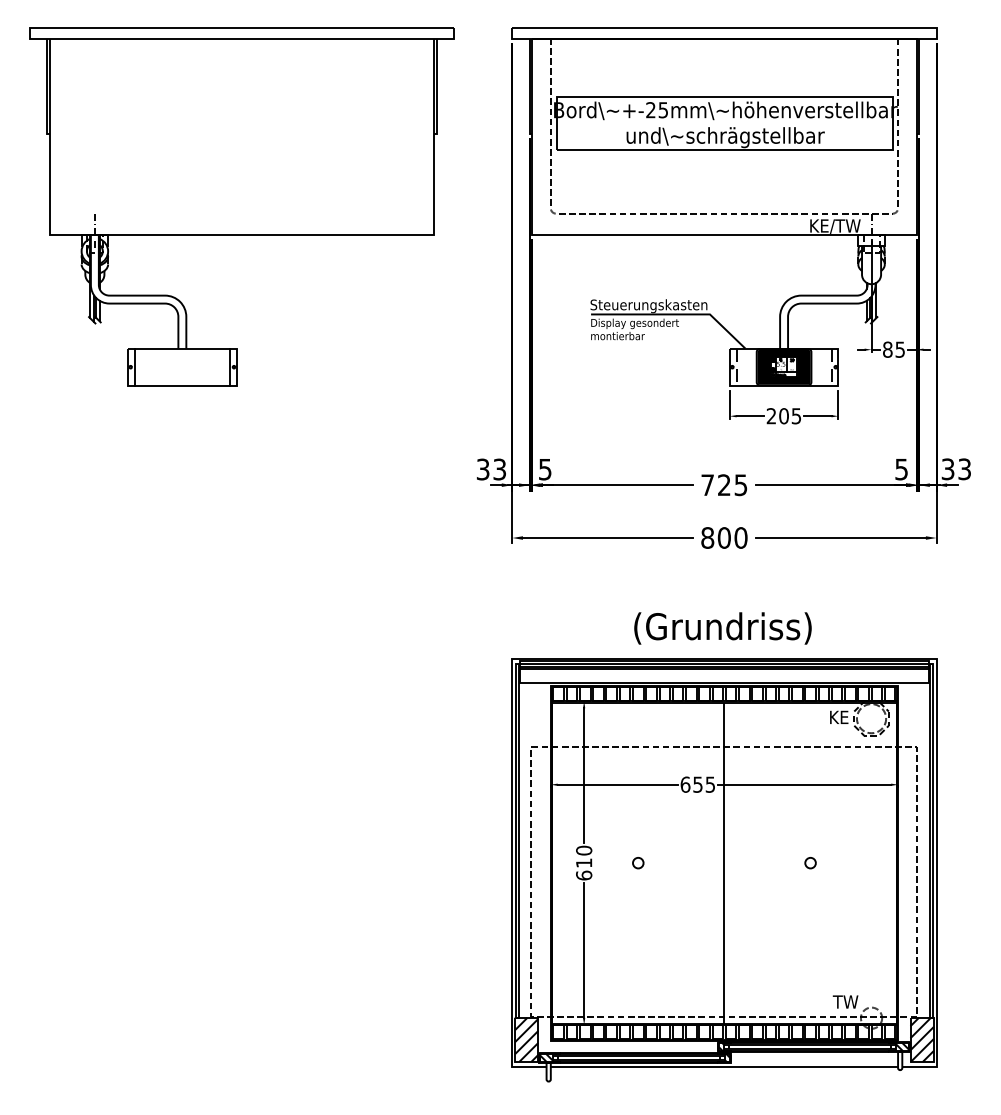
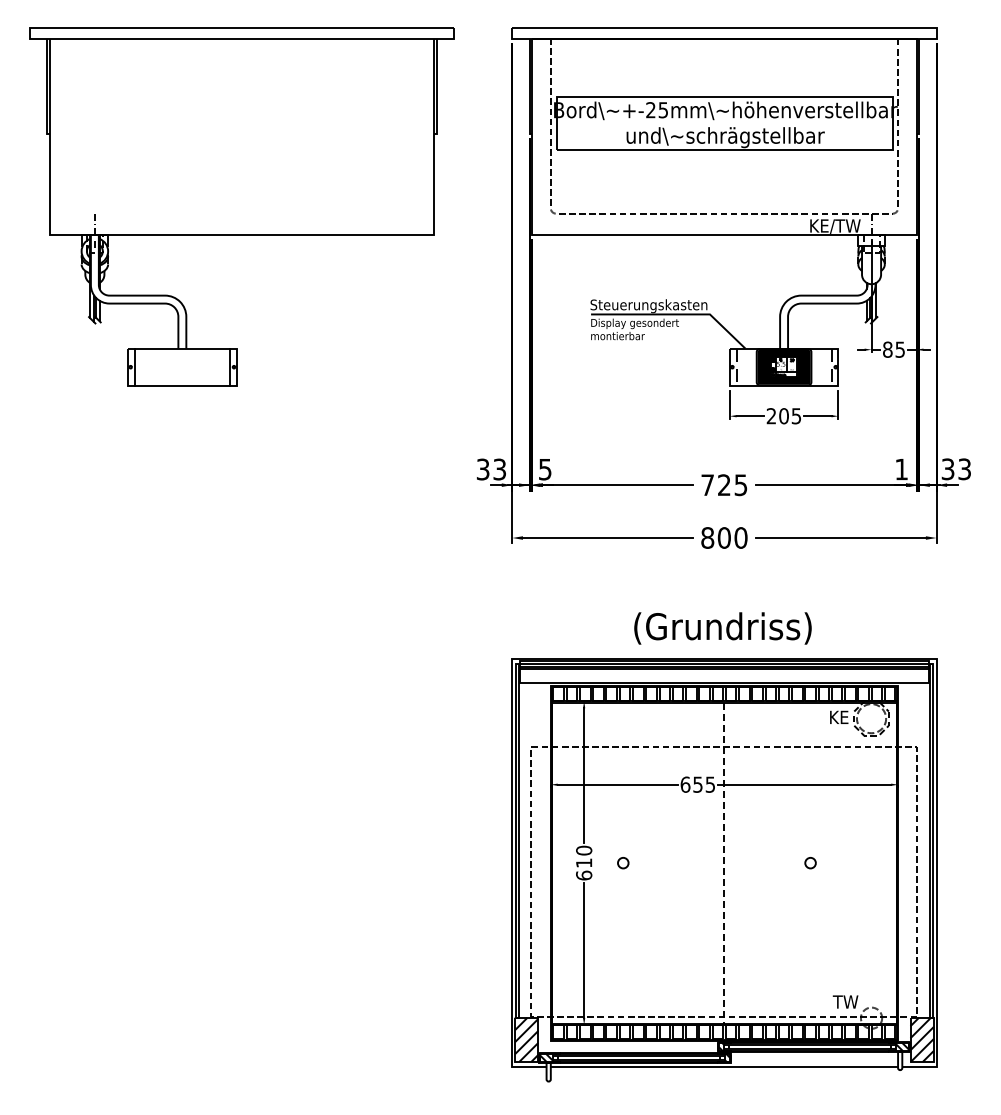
text at (901, 469): 5 -> 1
circle at (638, 863) position: (638, 863) -> (623, 863)
line at (724, 863): solid -> dashed
